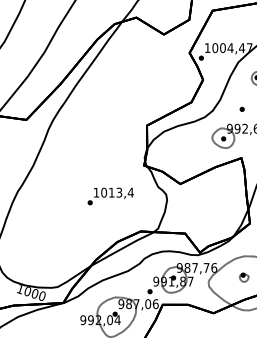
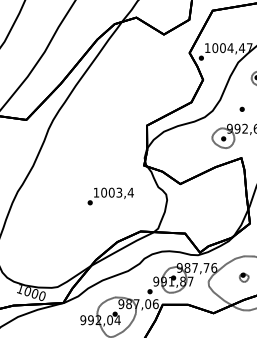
text at (111, 192): 1013,4 -> 1003,4
